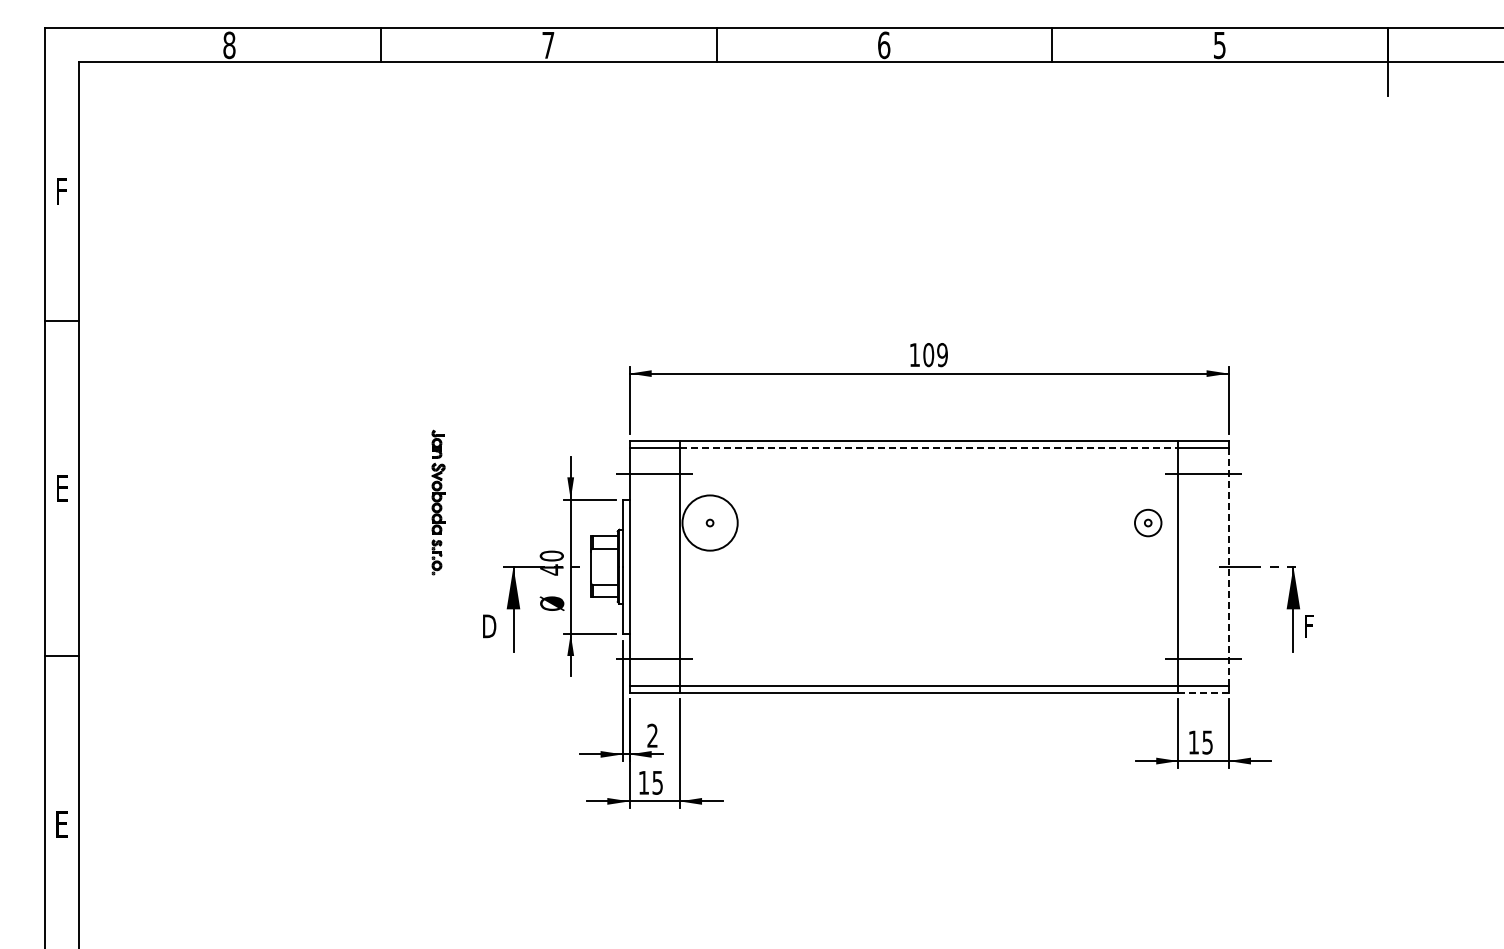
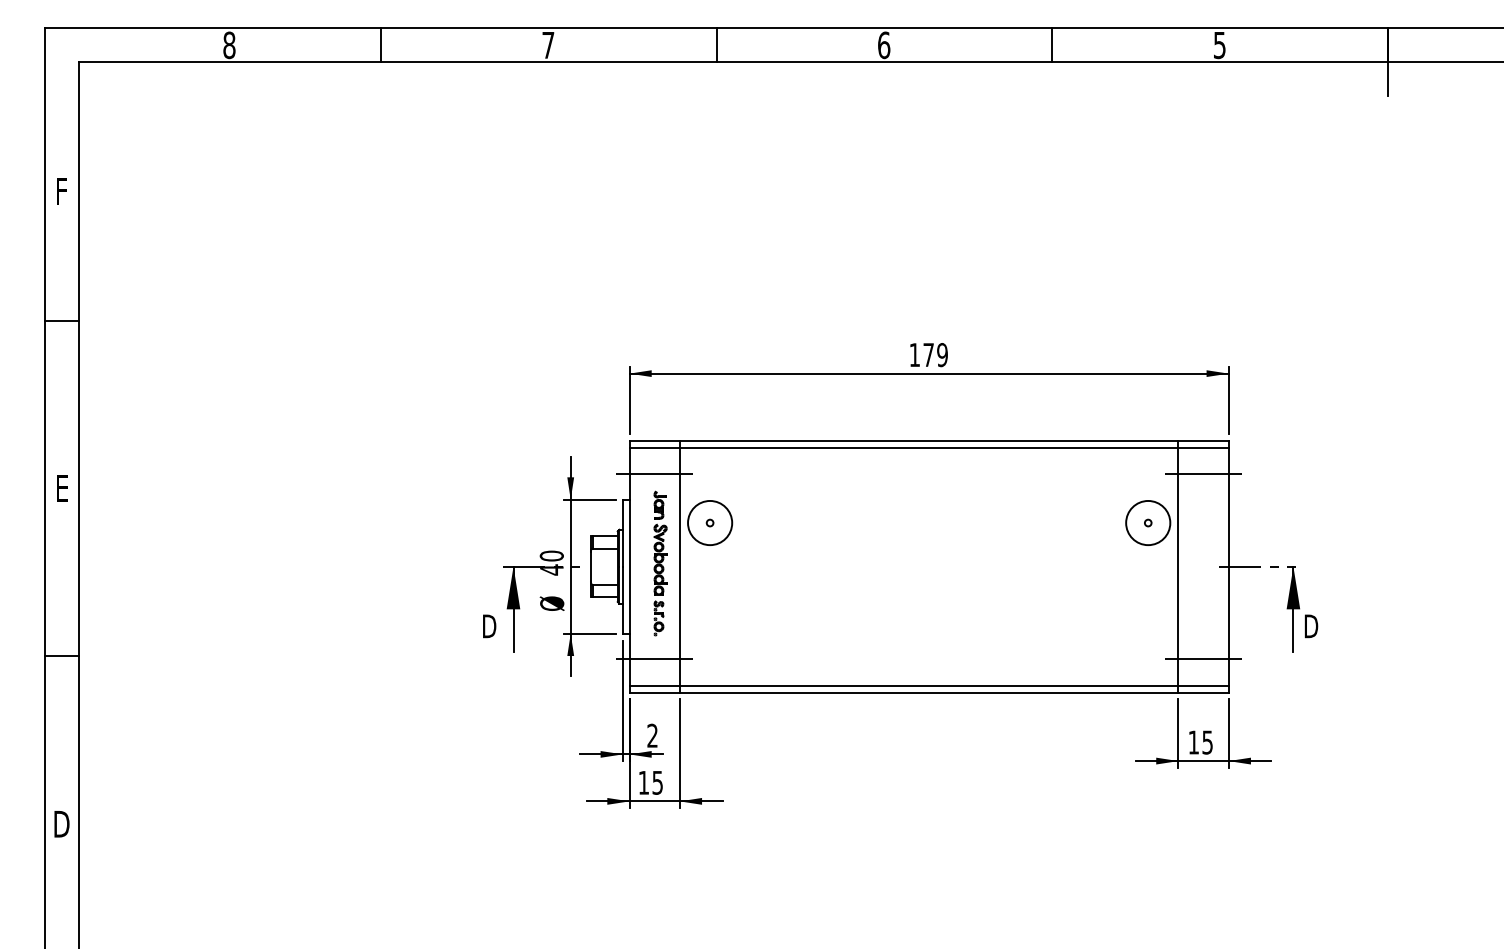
text at (928, 355): 109 -> 179
line at (929, 447): dashed -> solid
part at (438, 502) position: (438, 502) -> (660, 563)
circle at (709, 522) diameter: 55 px -> 44 px
circle at (1147, 522) diameter: 27 px -> 44 px
line at (1228, 567): dashed -> solid
text at (1311, 626): F -> D
line at (1204, 692): dashed -> solid
text at (61, 824): E -> D
